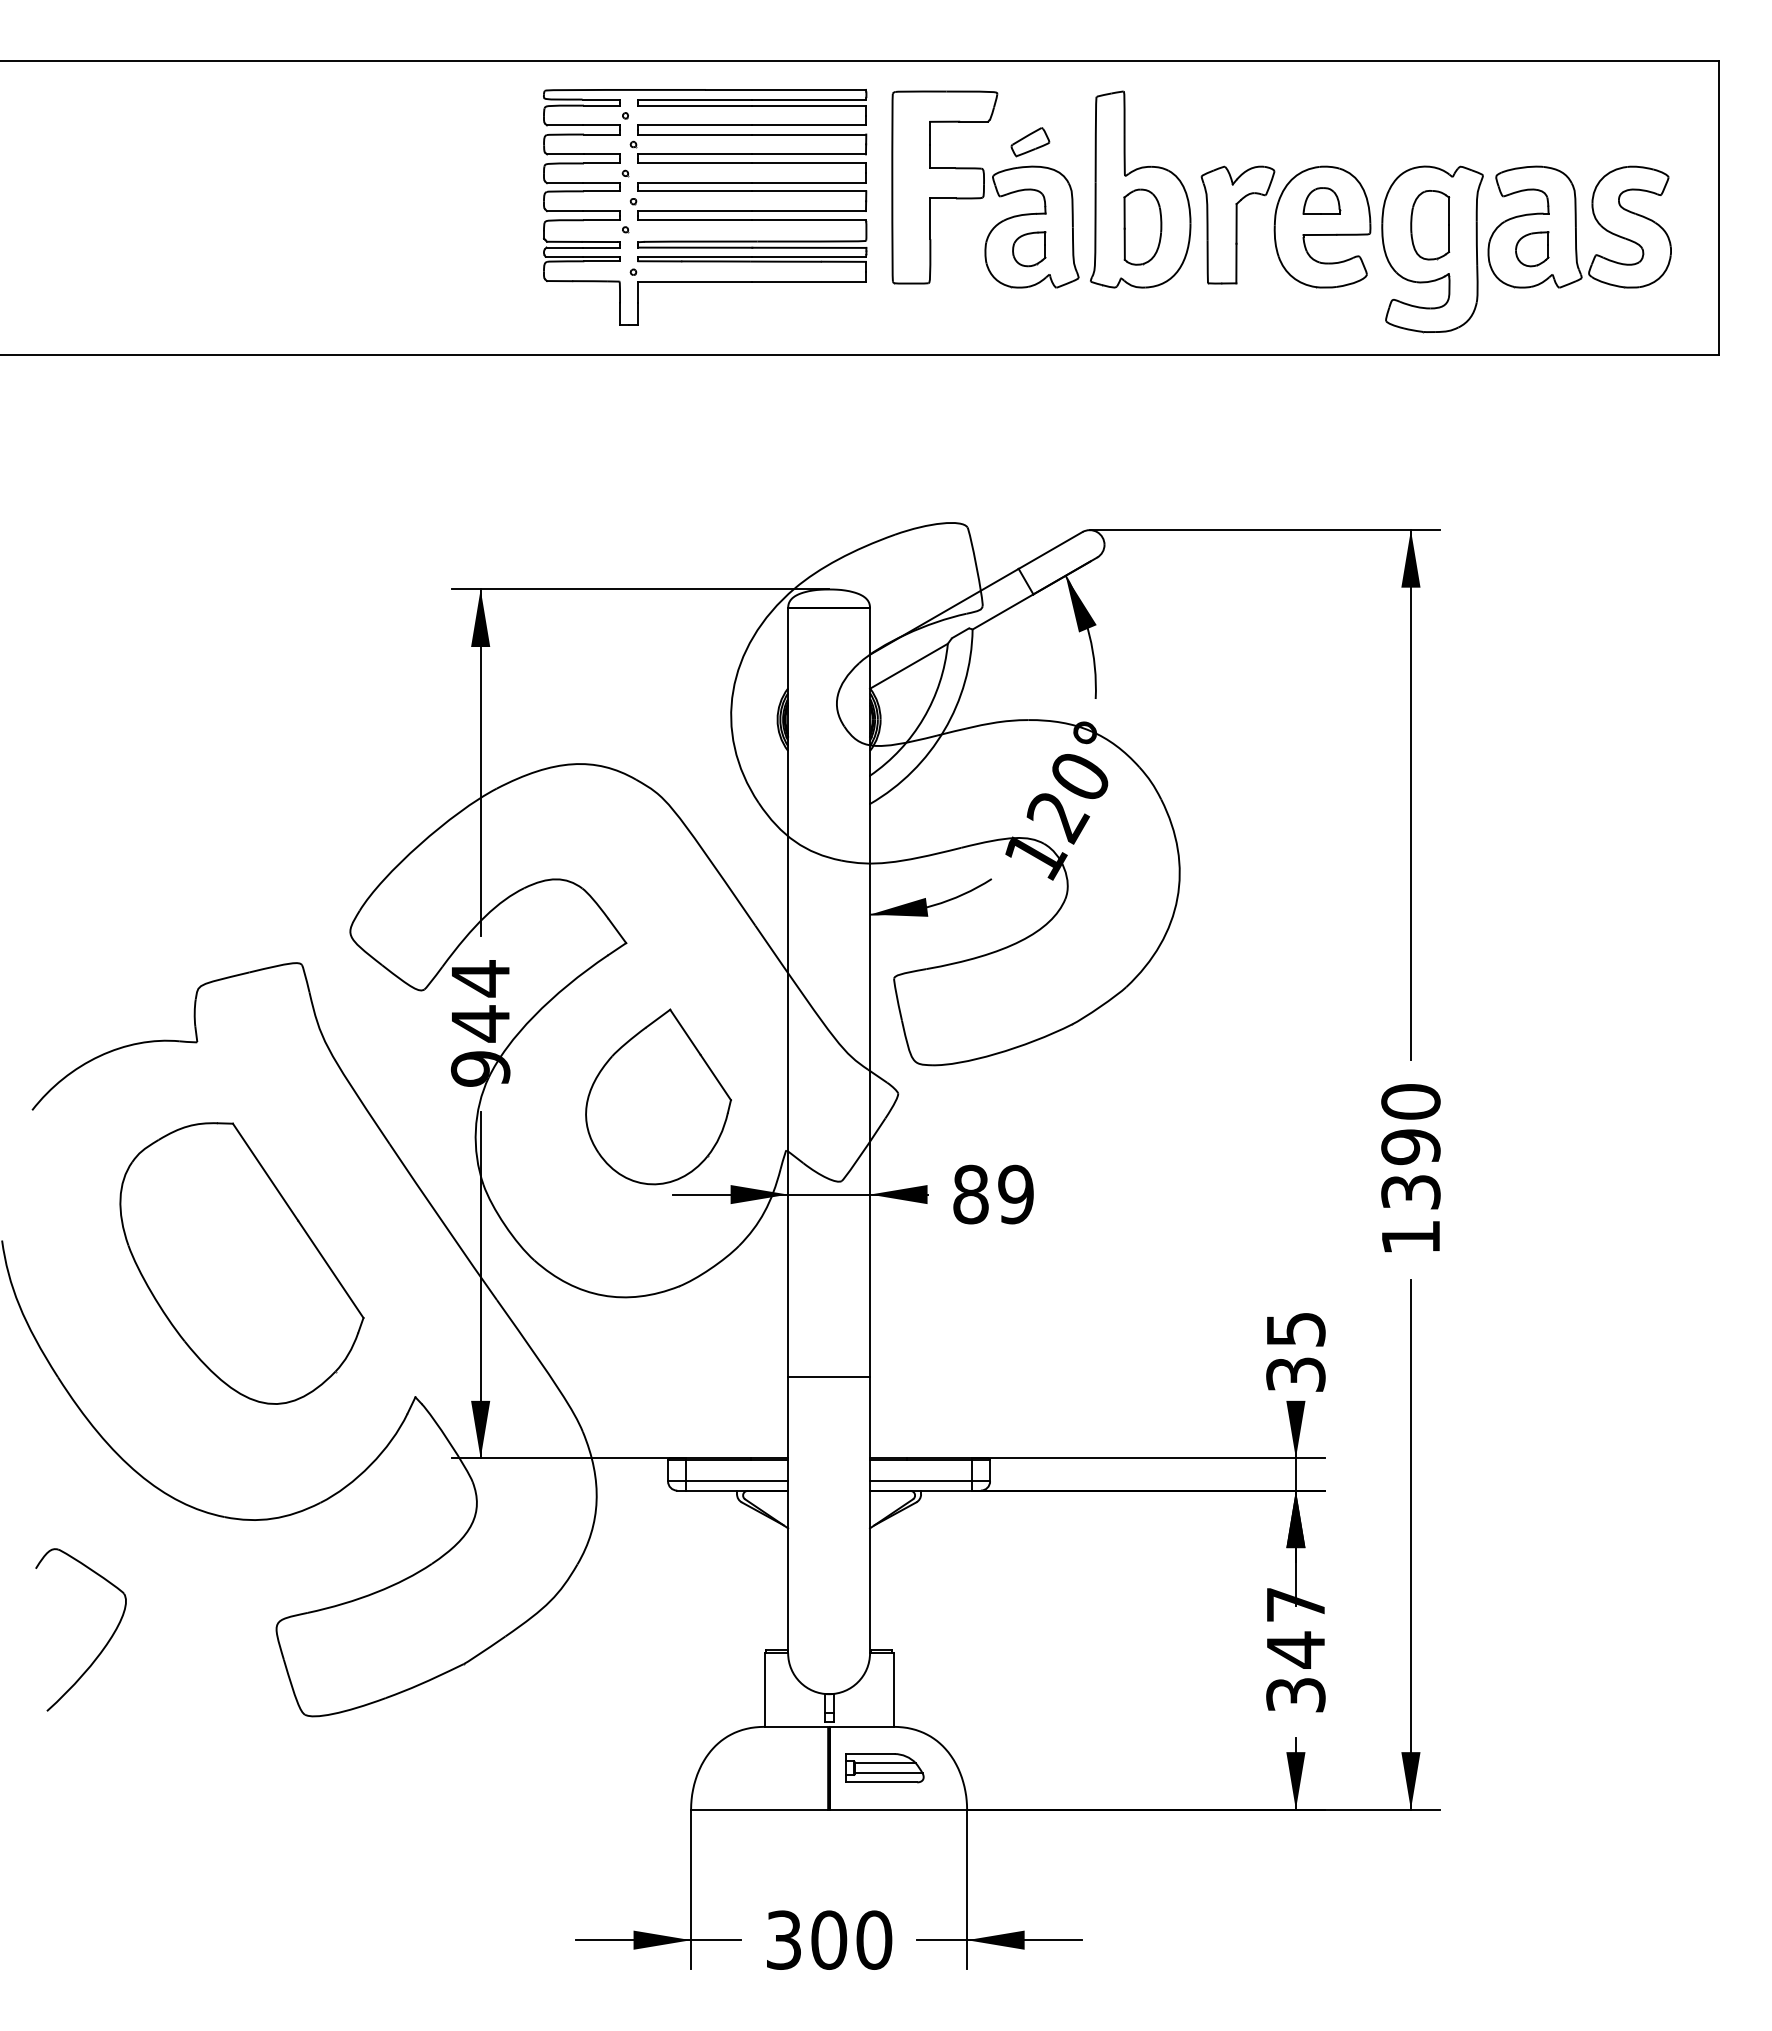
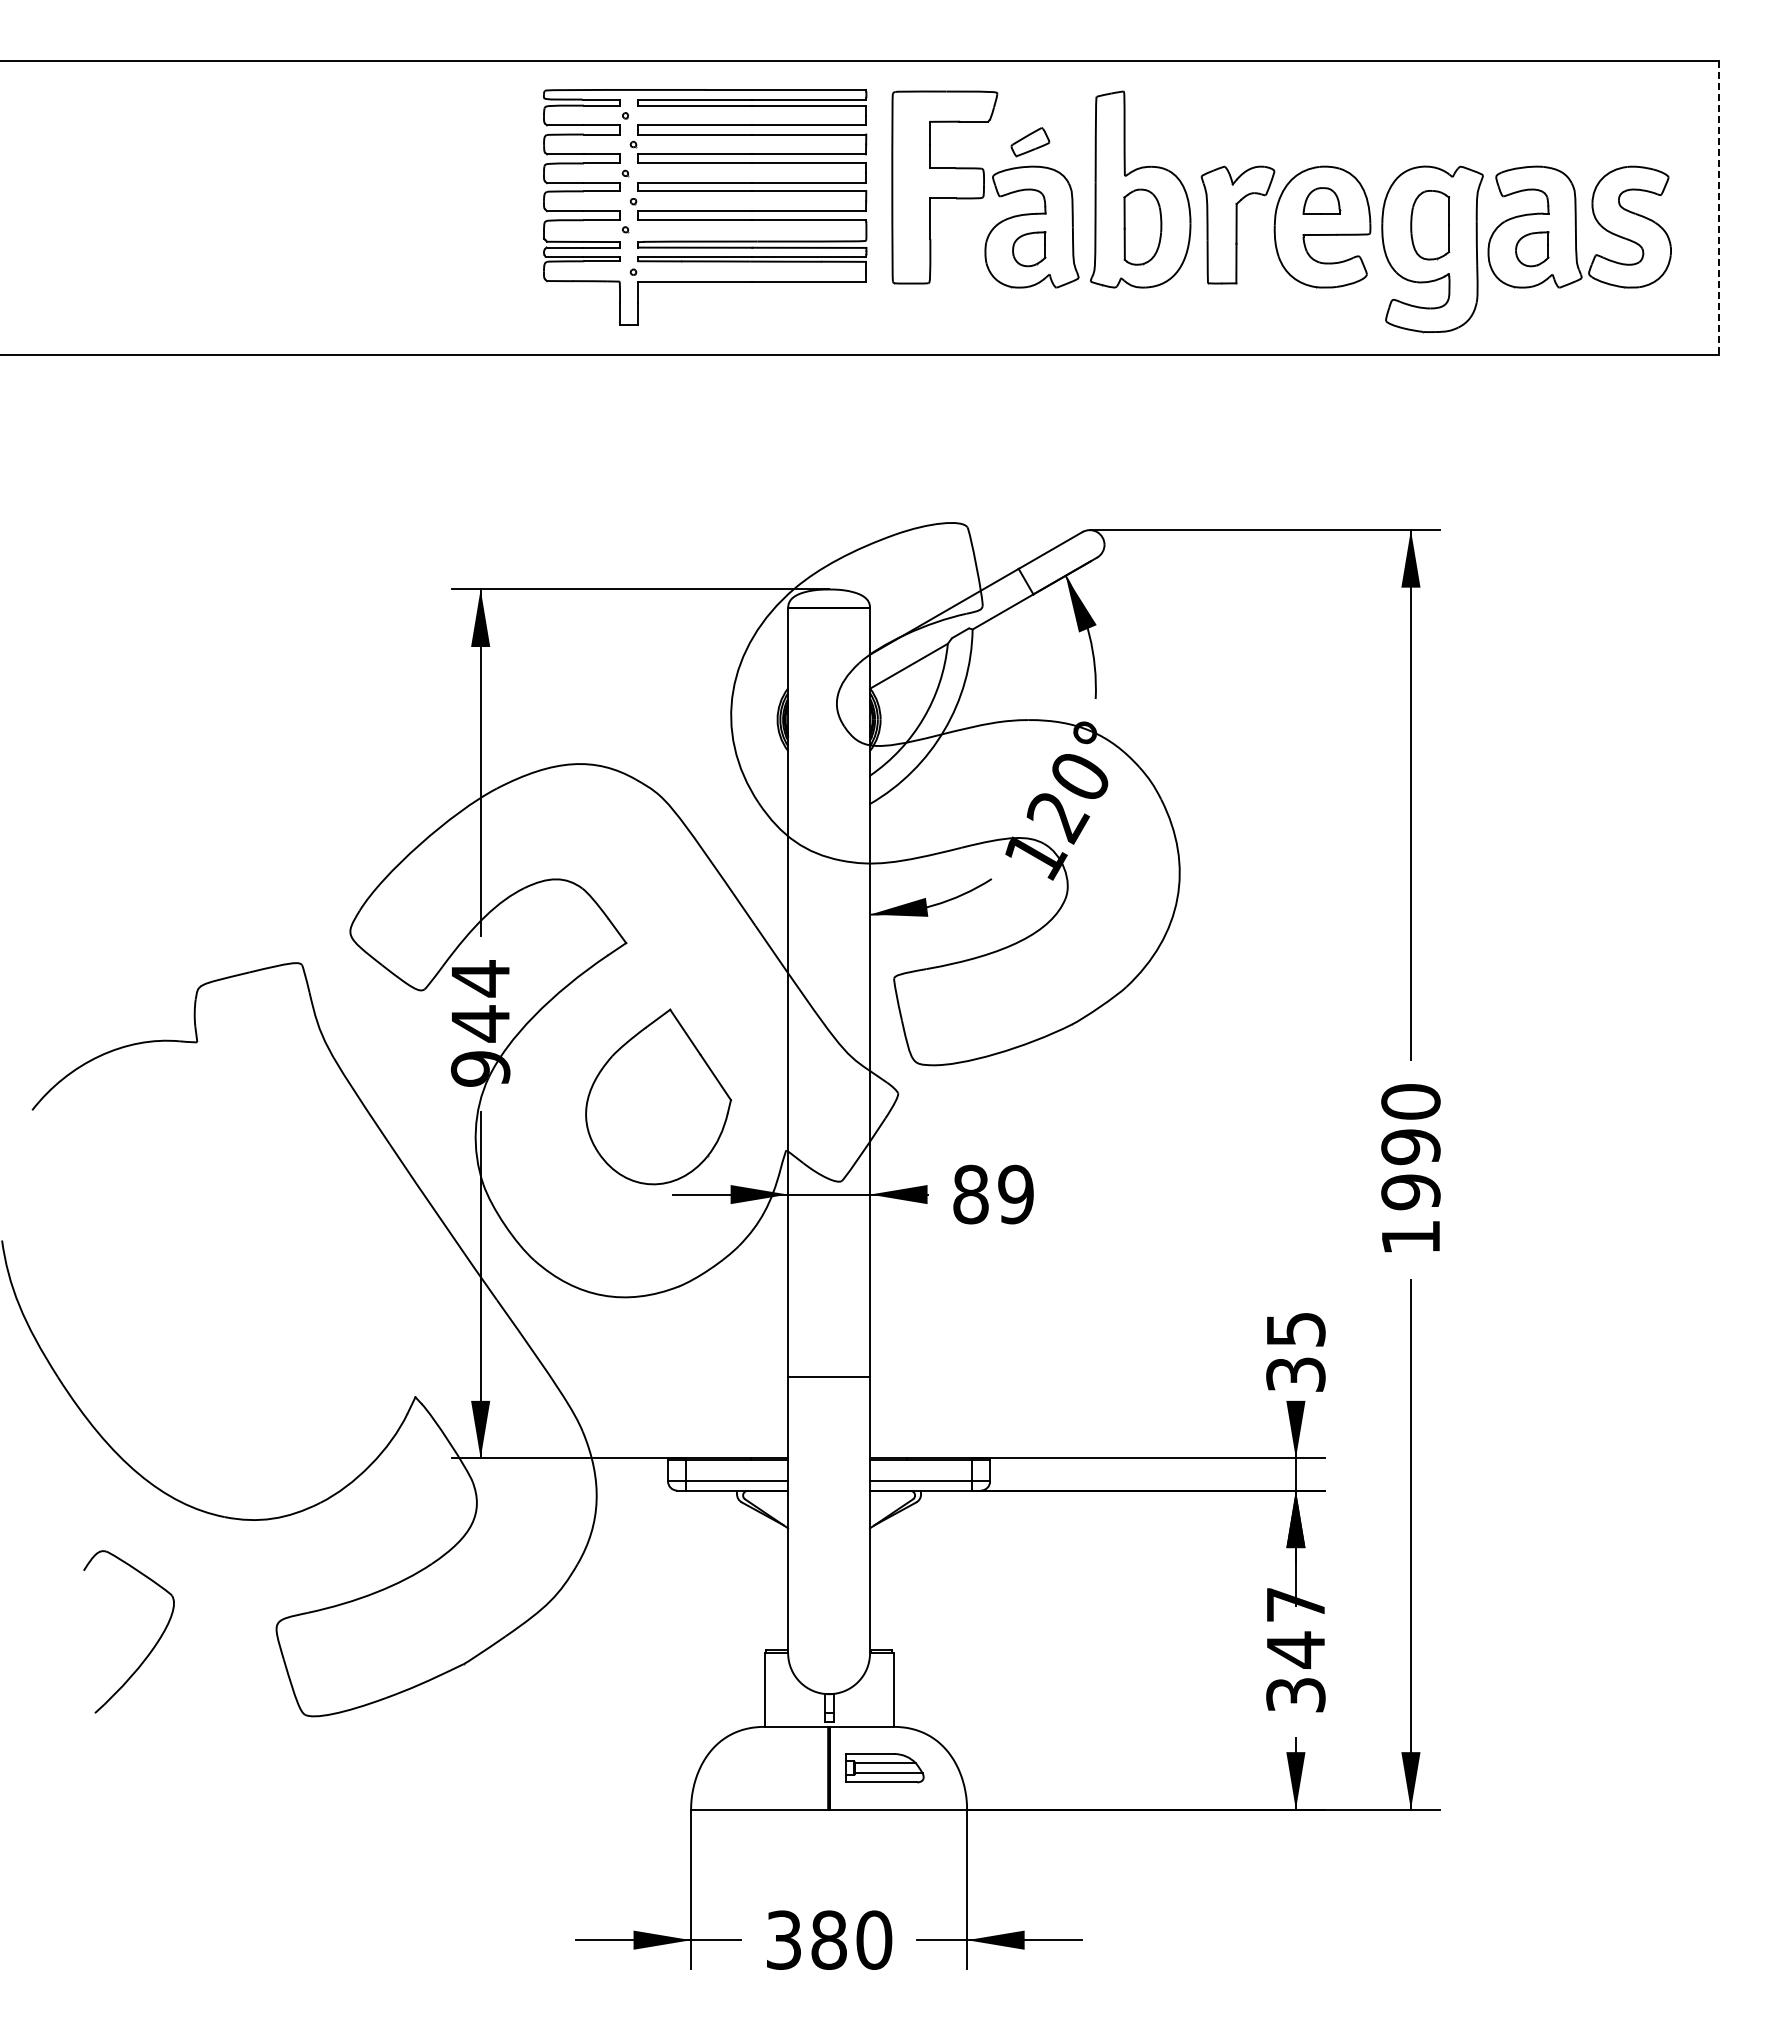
line at (1718, 207): solid -> dashed
text at (1410, 1192): 1390 -> 1990
part at (241, 1263): present -> none
part at (102, 1648) position: (102, 1648) -> (150, 1650)
text at (829, 1939): 300 -> 380
